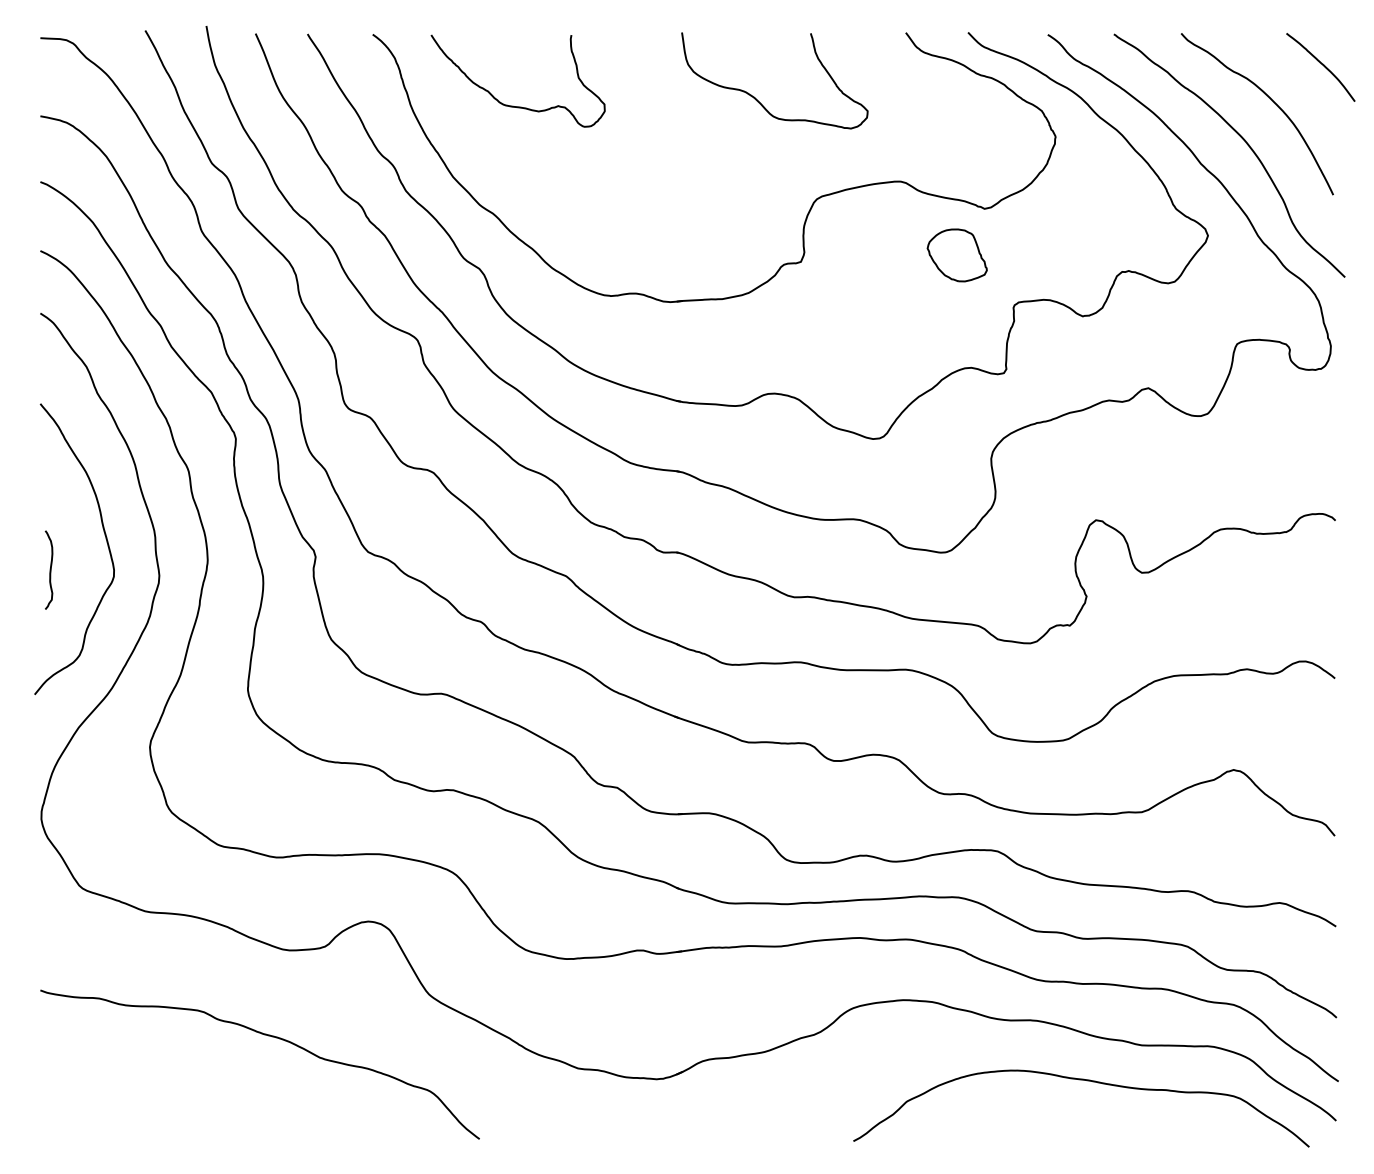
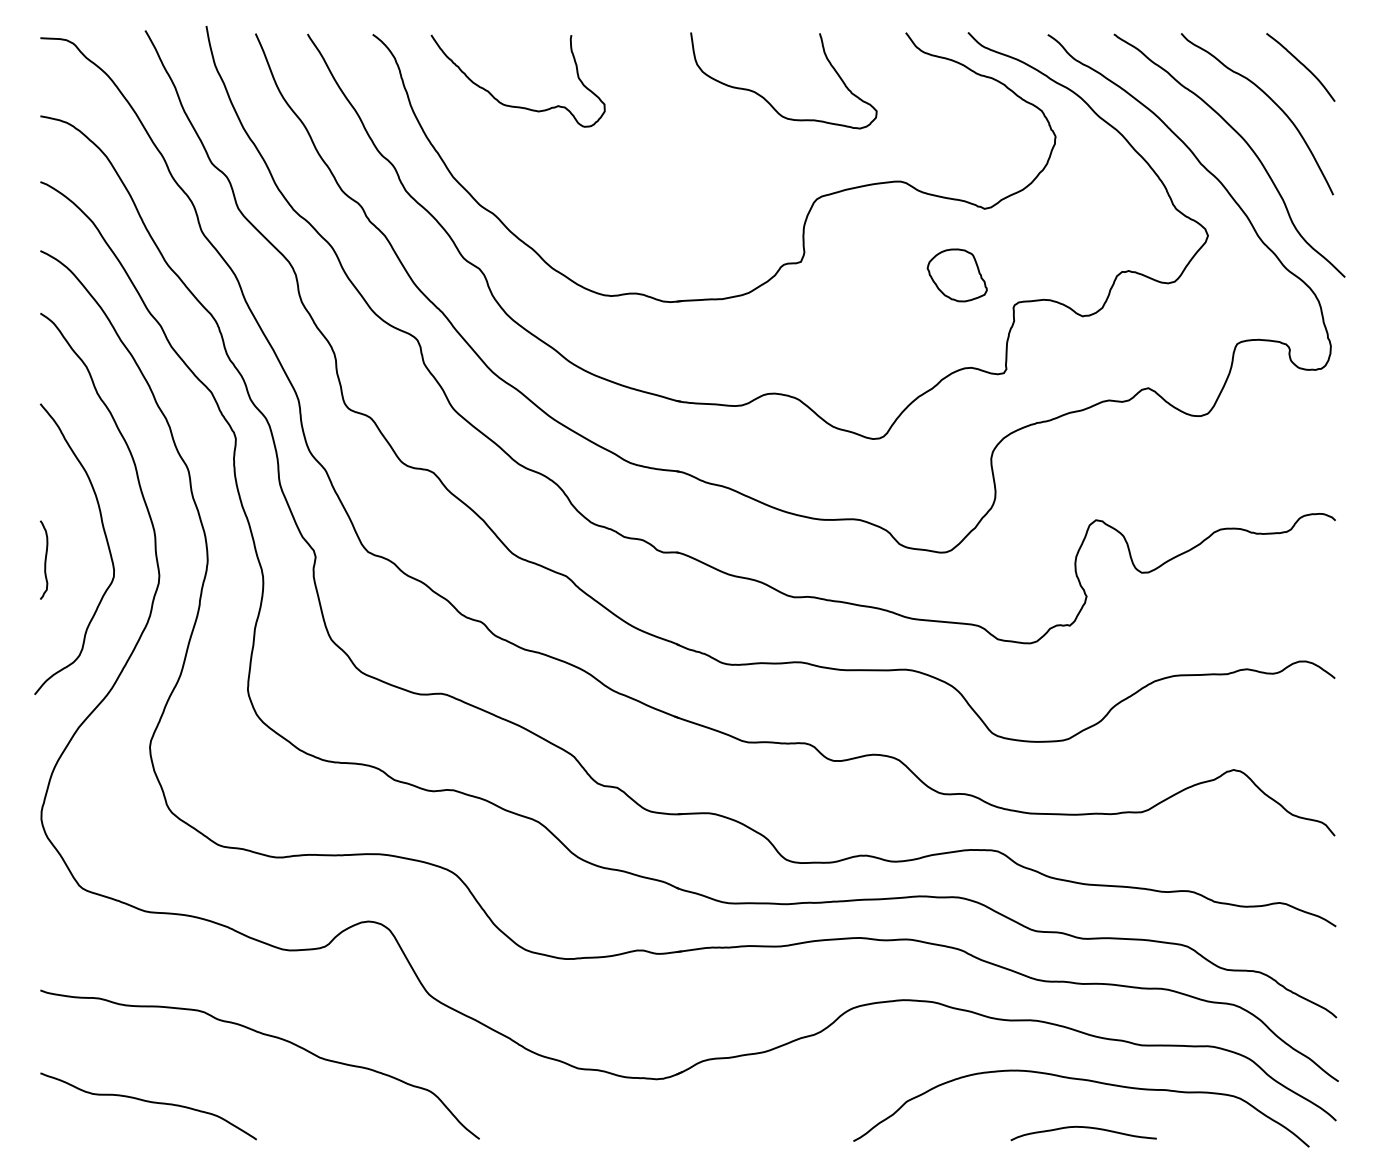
curve at (1322, 65) position: (1322, 65) -> (1302, 65)
curve at (756, 98) position: (756, 98) -> (765, 98)
part at (956, 255) position: (956, 255) -> (956, 275)
curve at (49, 569) position: (49, 569) -> (44, 559)
curve at (148, 1102): none -> present
curve at (1084, 1128): none -> present
